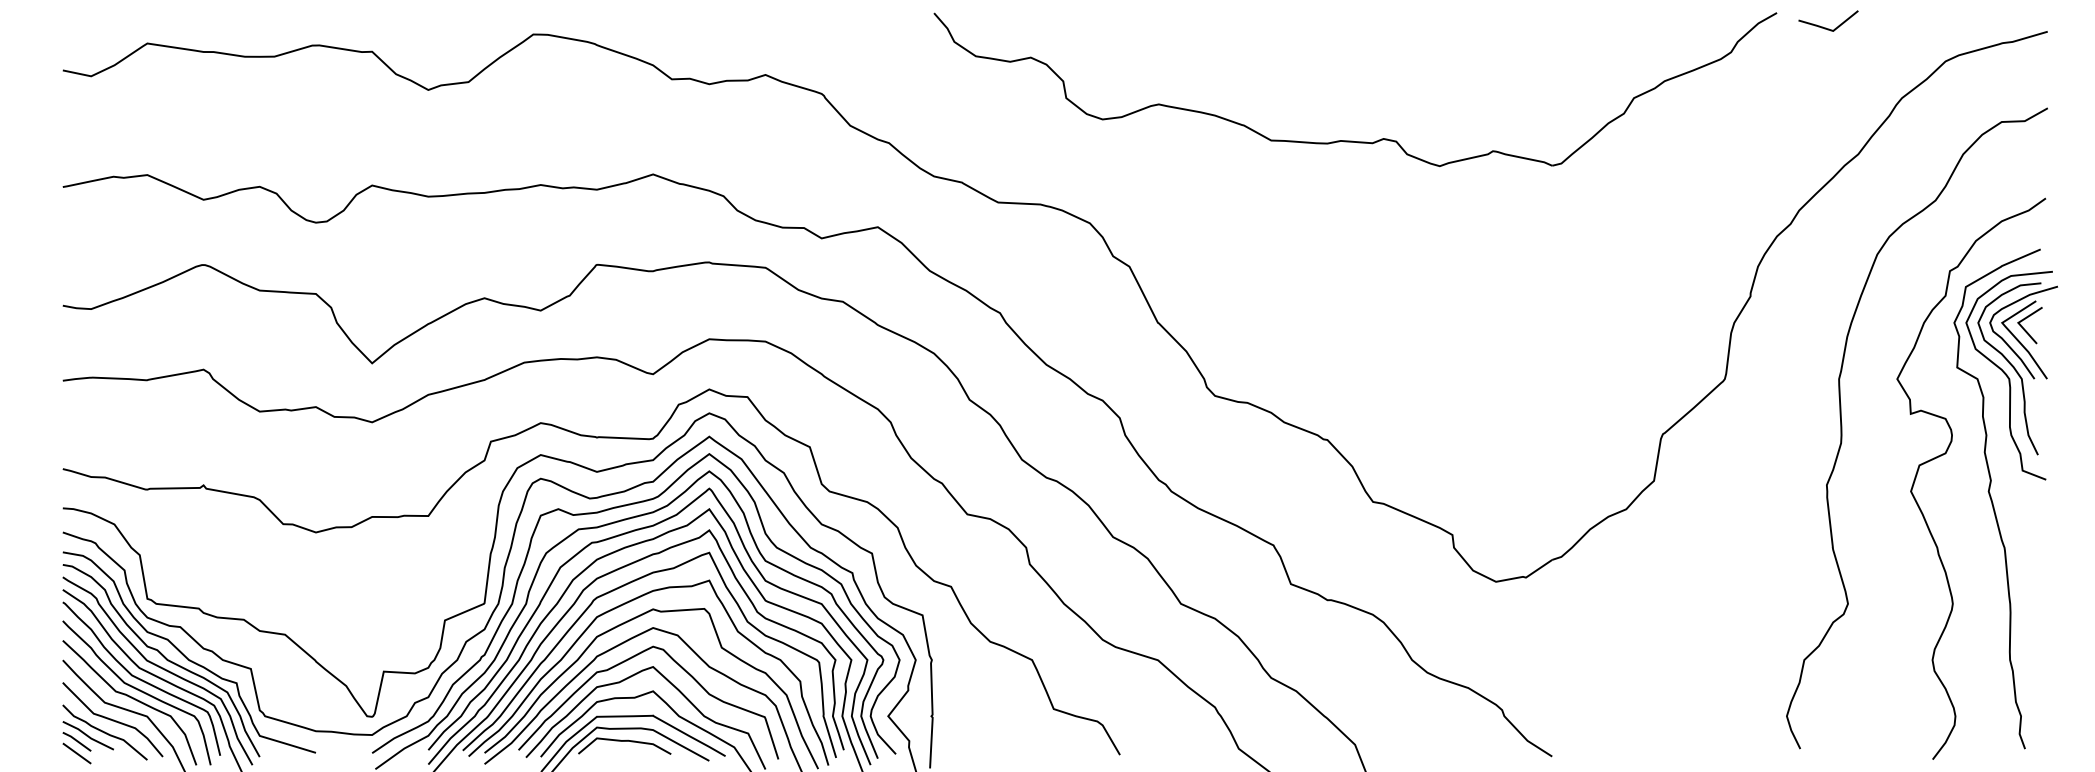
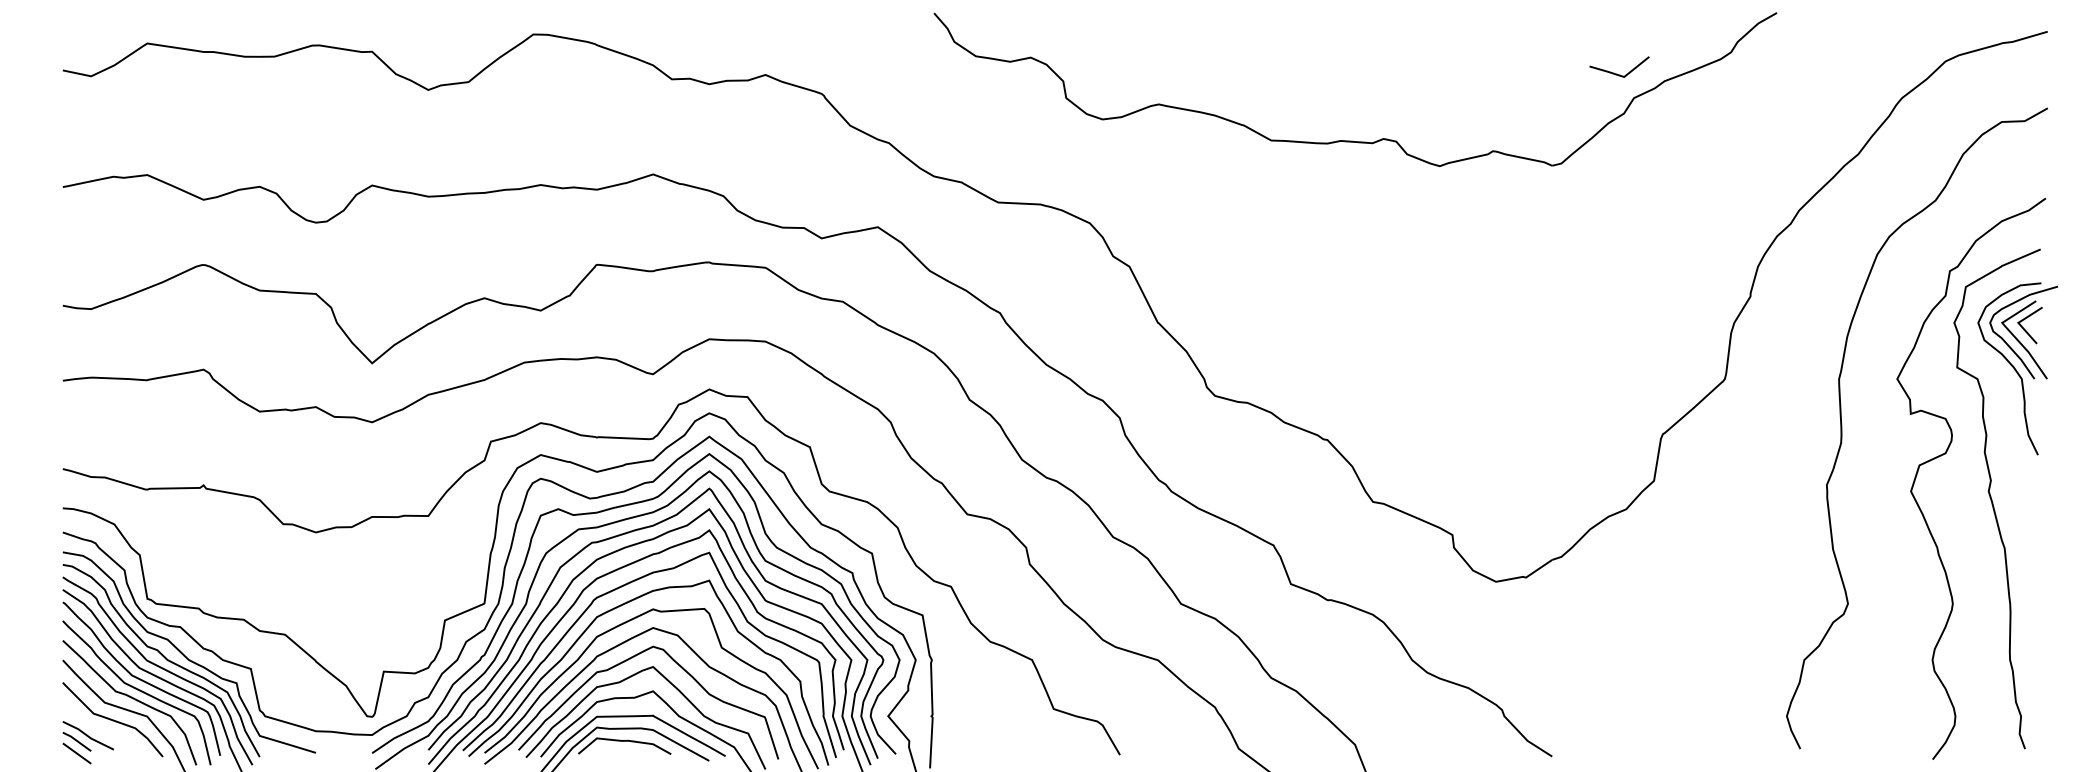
line at (1826, 27) position: (1826, 27) -> (1617, 73)
curve at (2007, 375): present -> none
curve at (104, 732): present -> none
